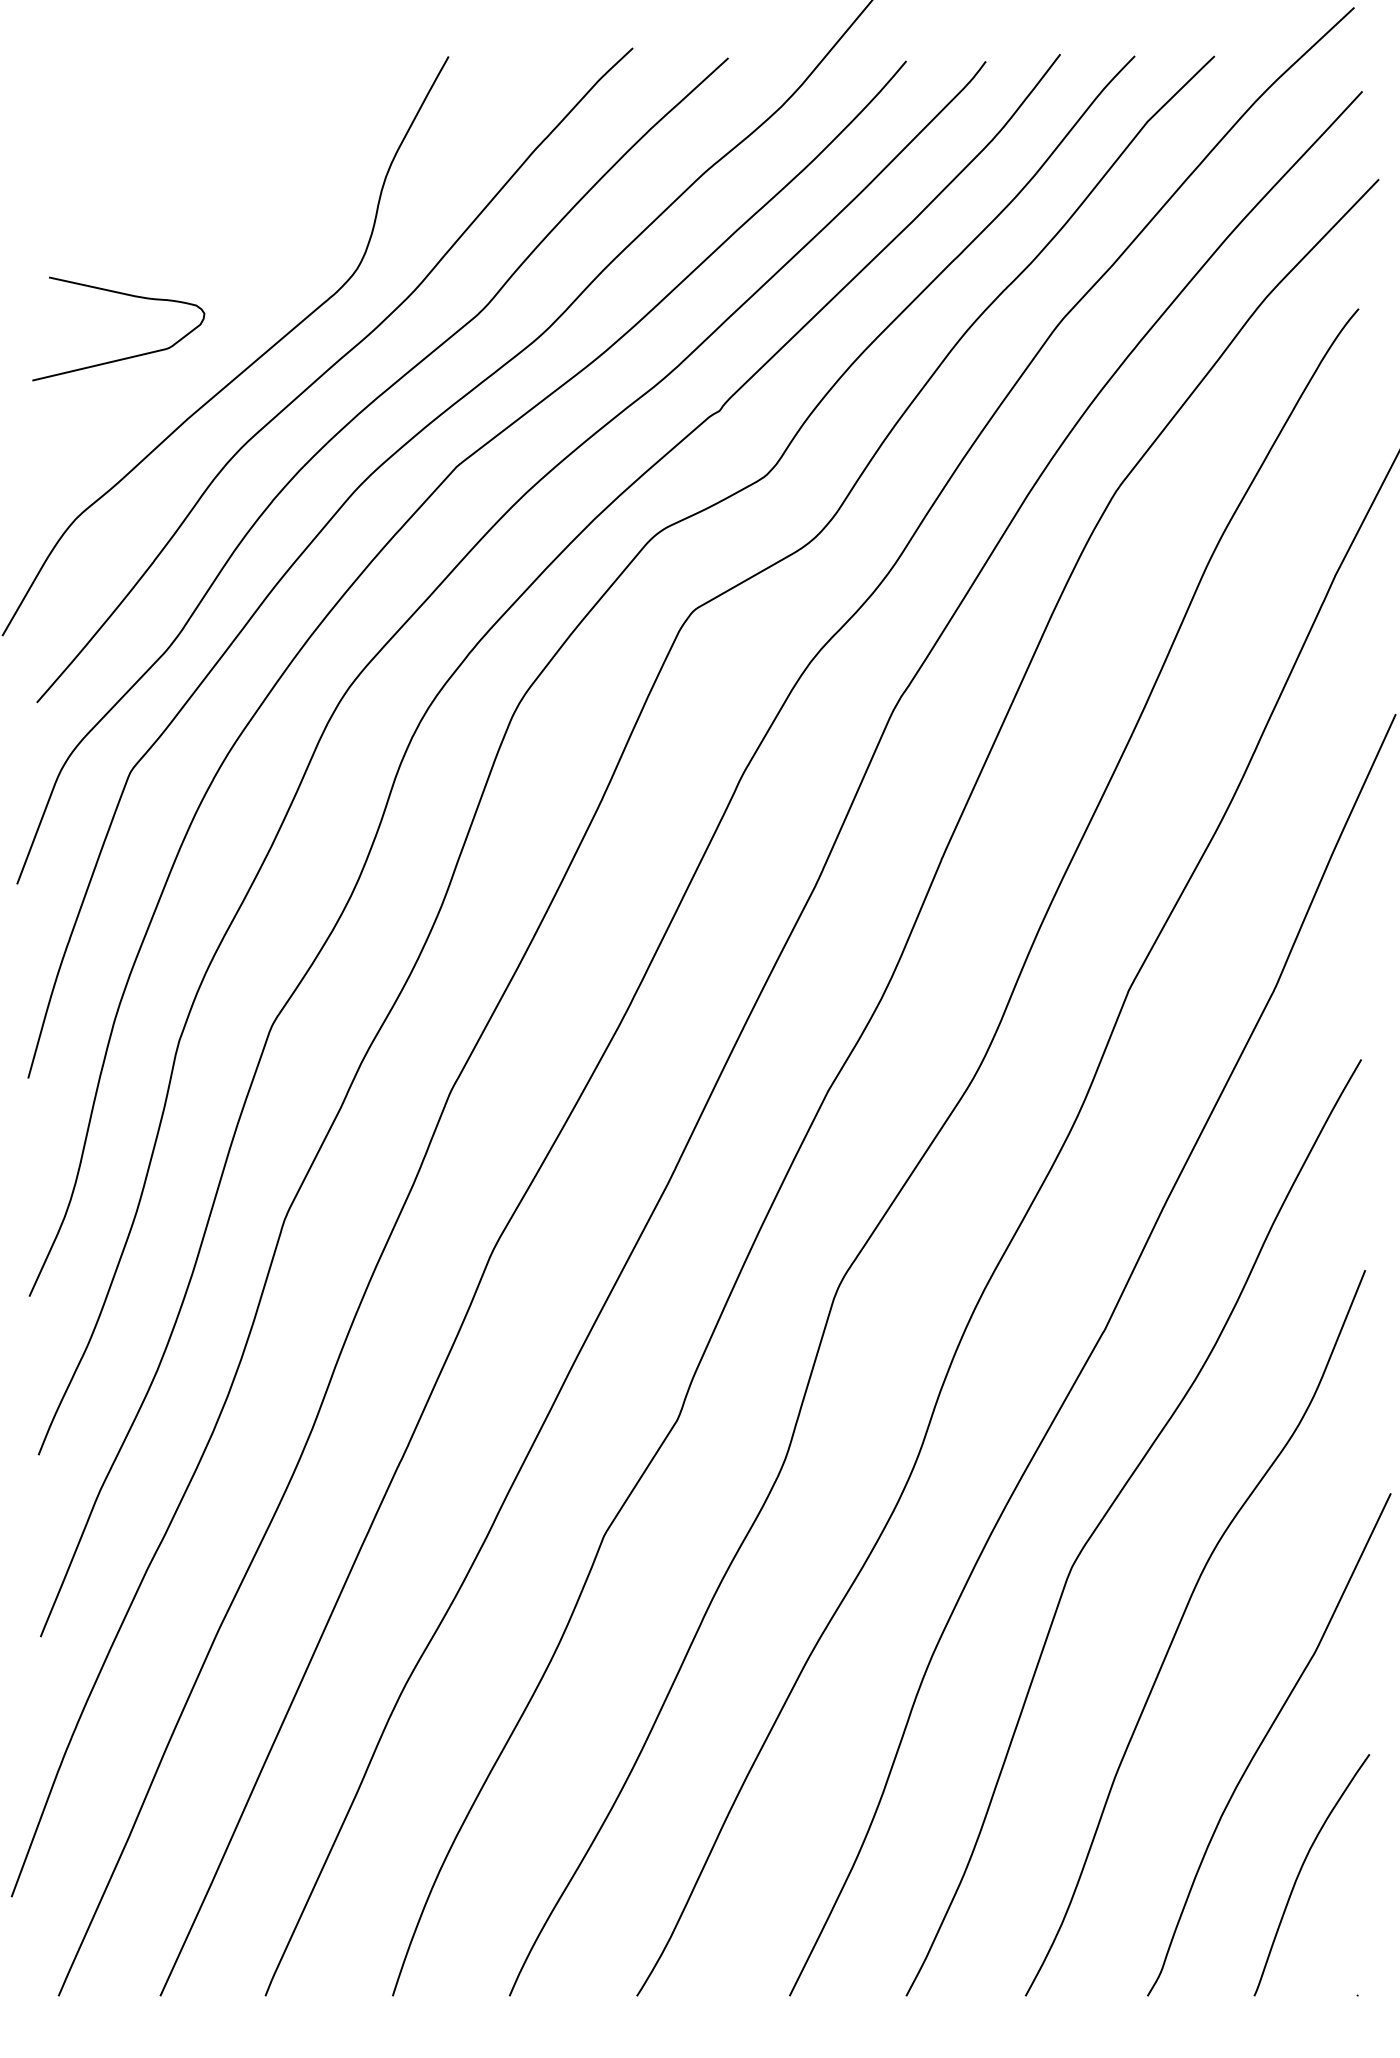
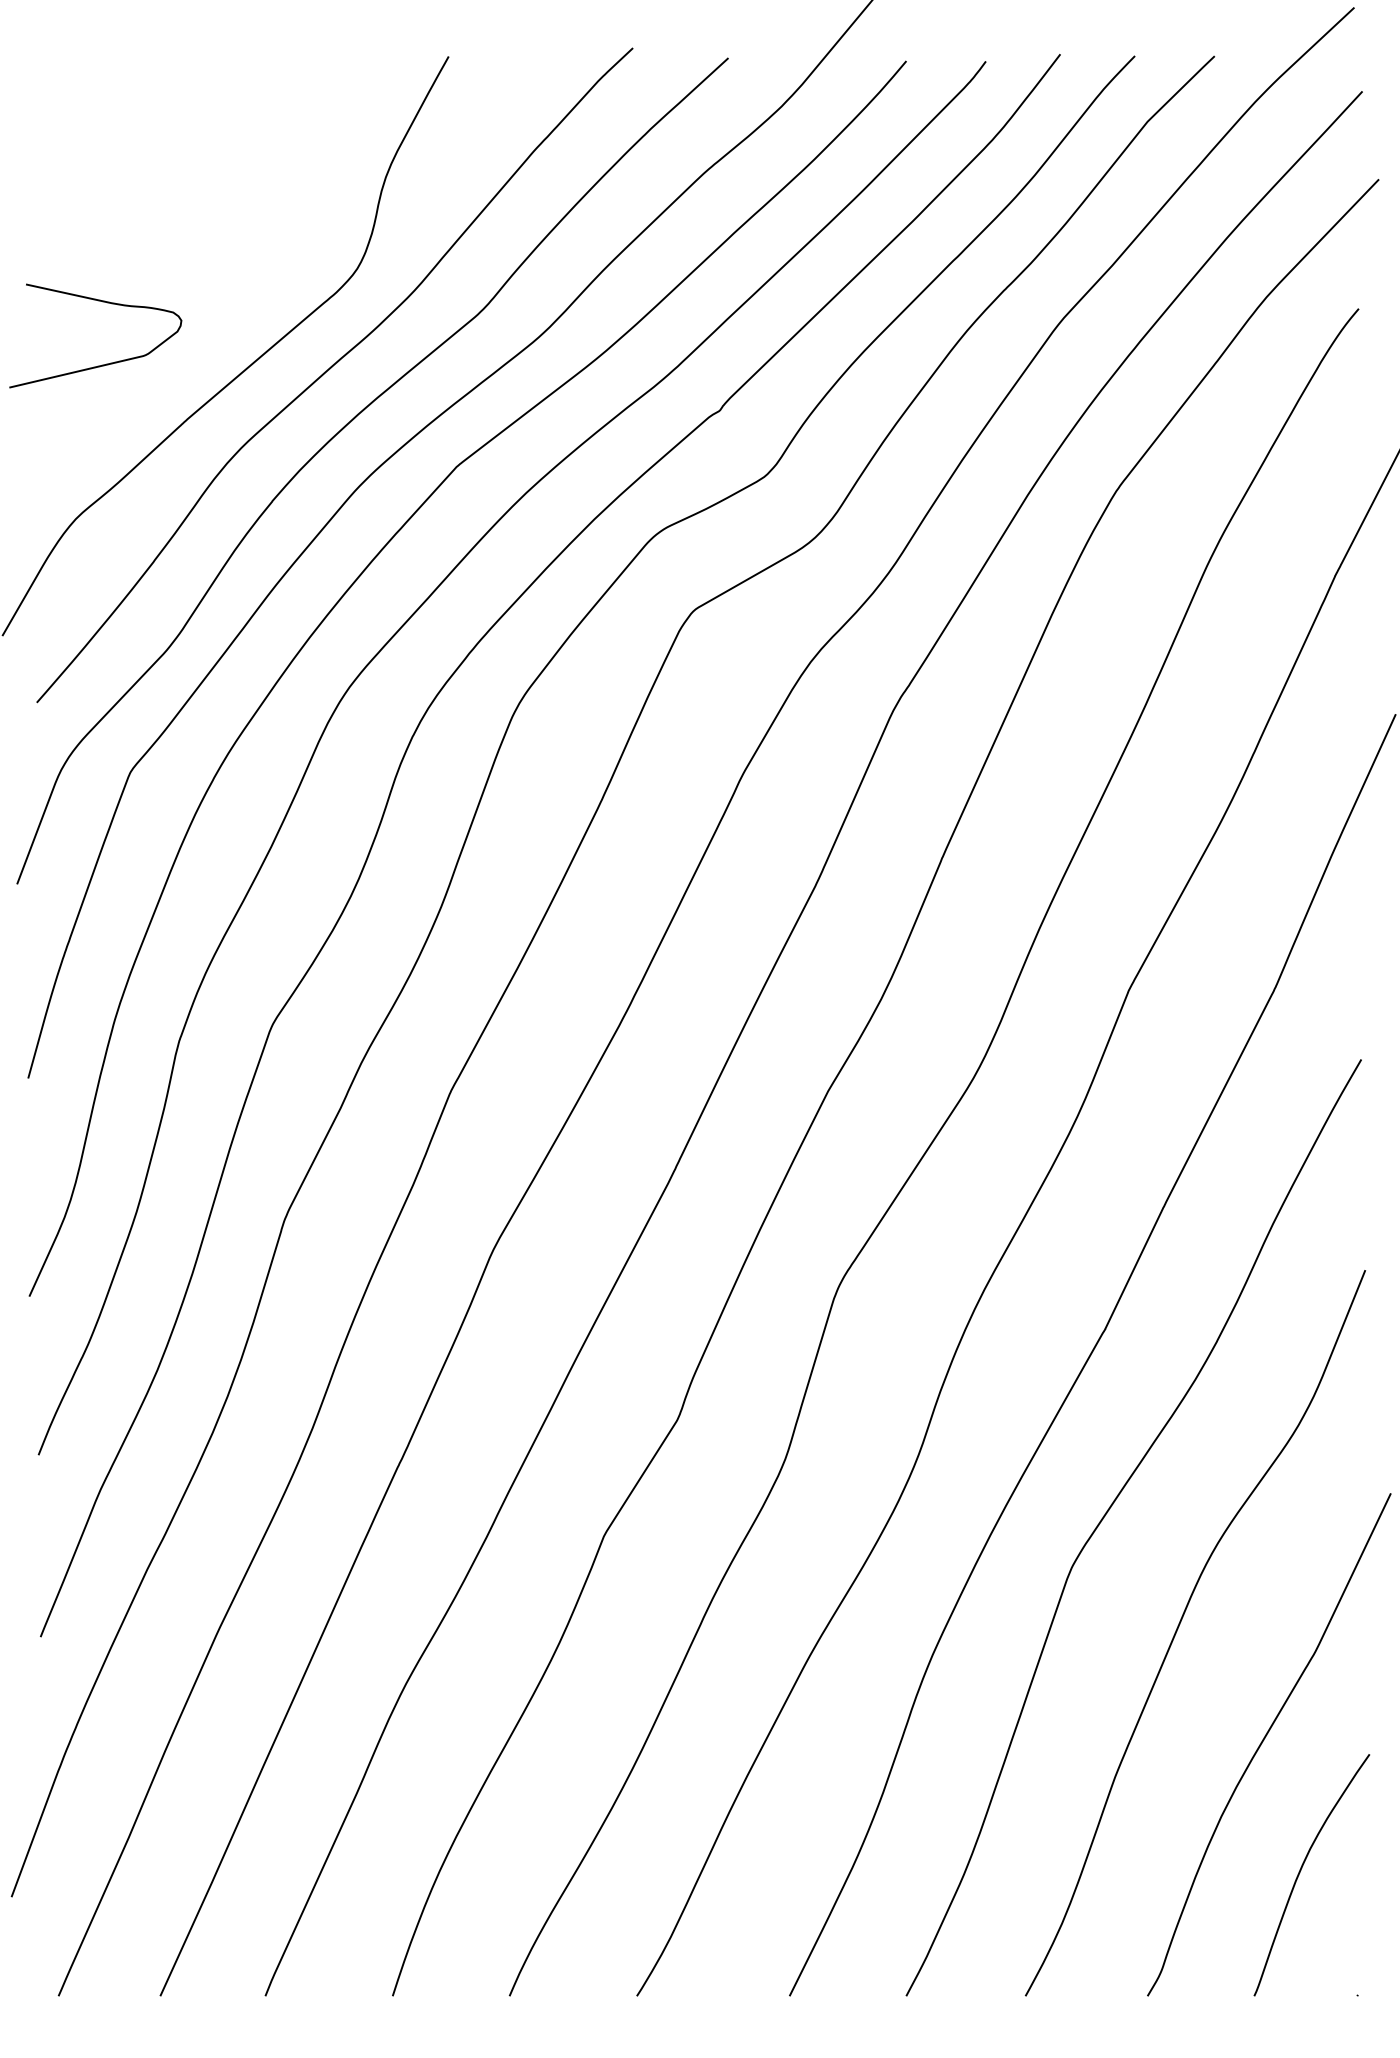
curve at (125, 357) position: (125, 357) -> (102, 364)
